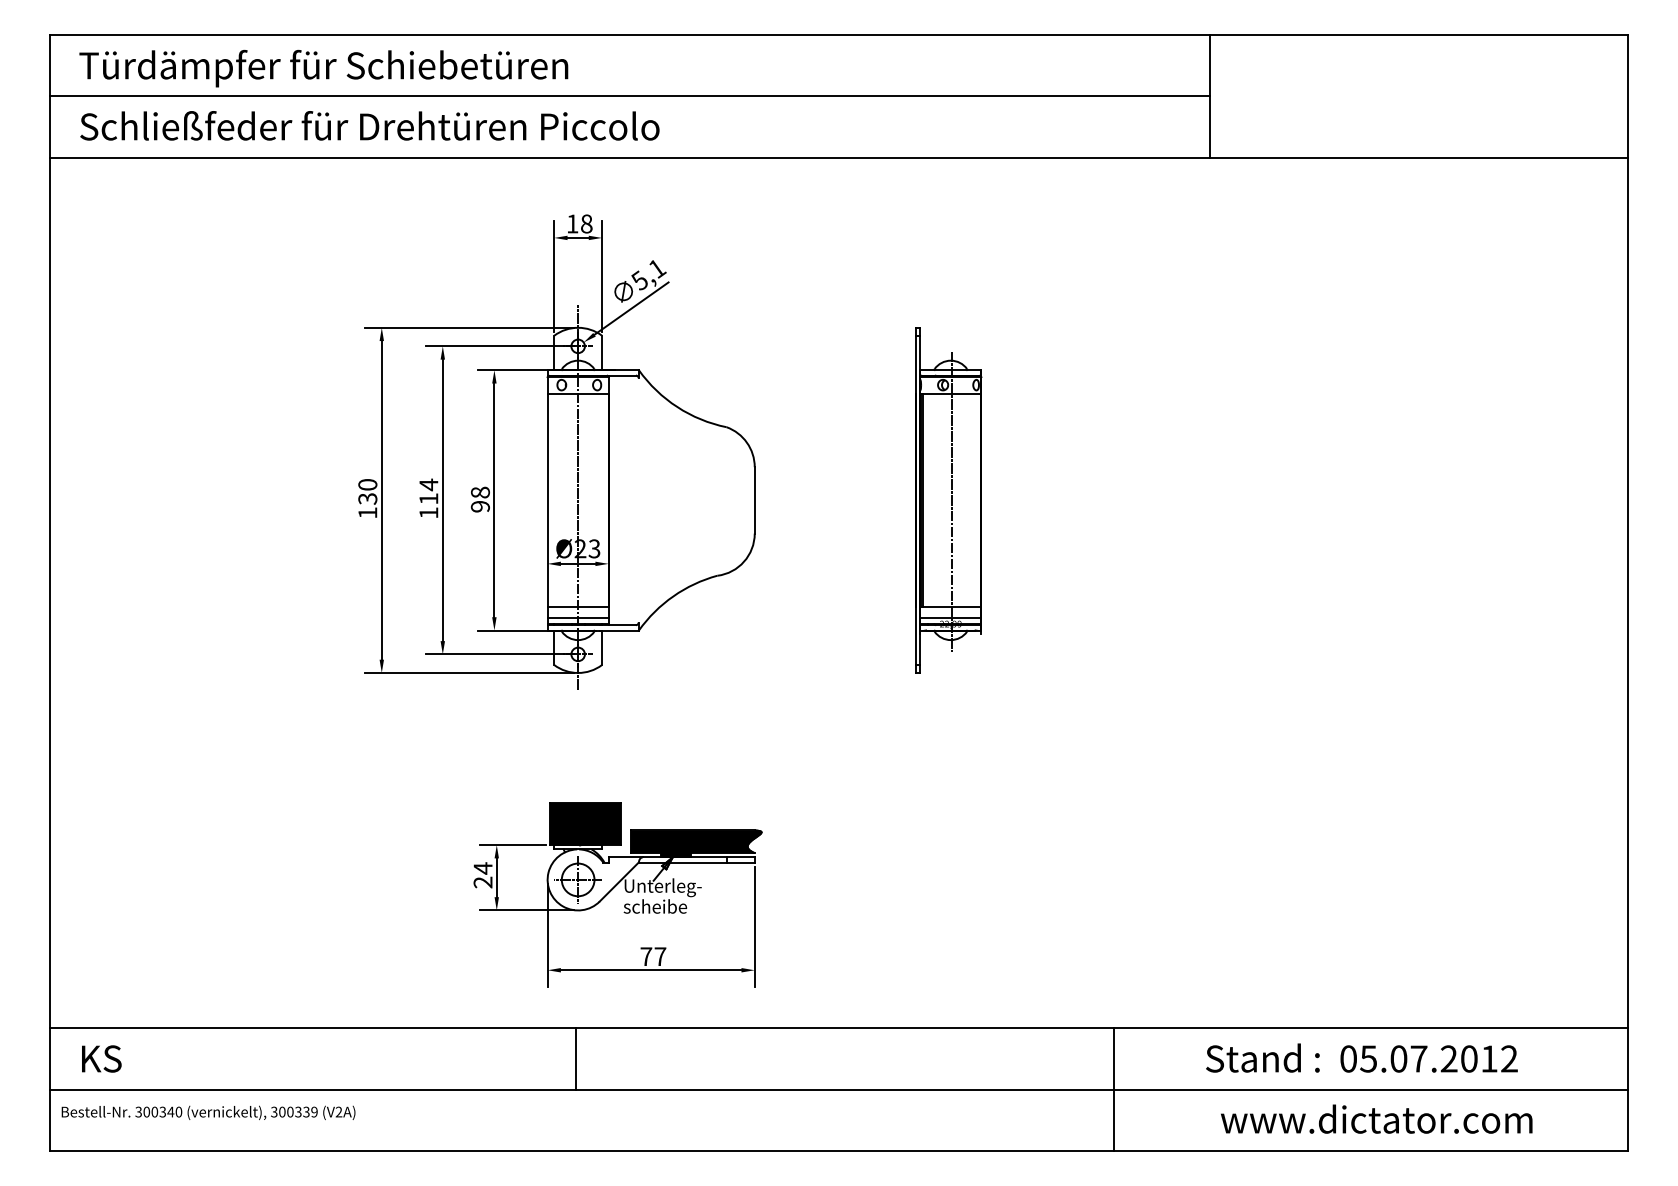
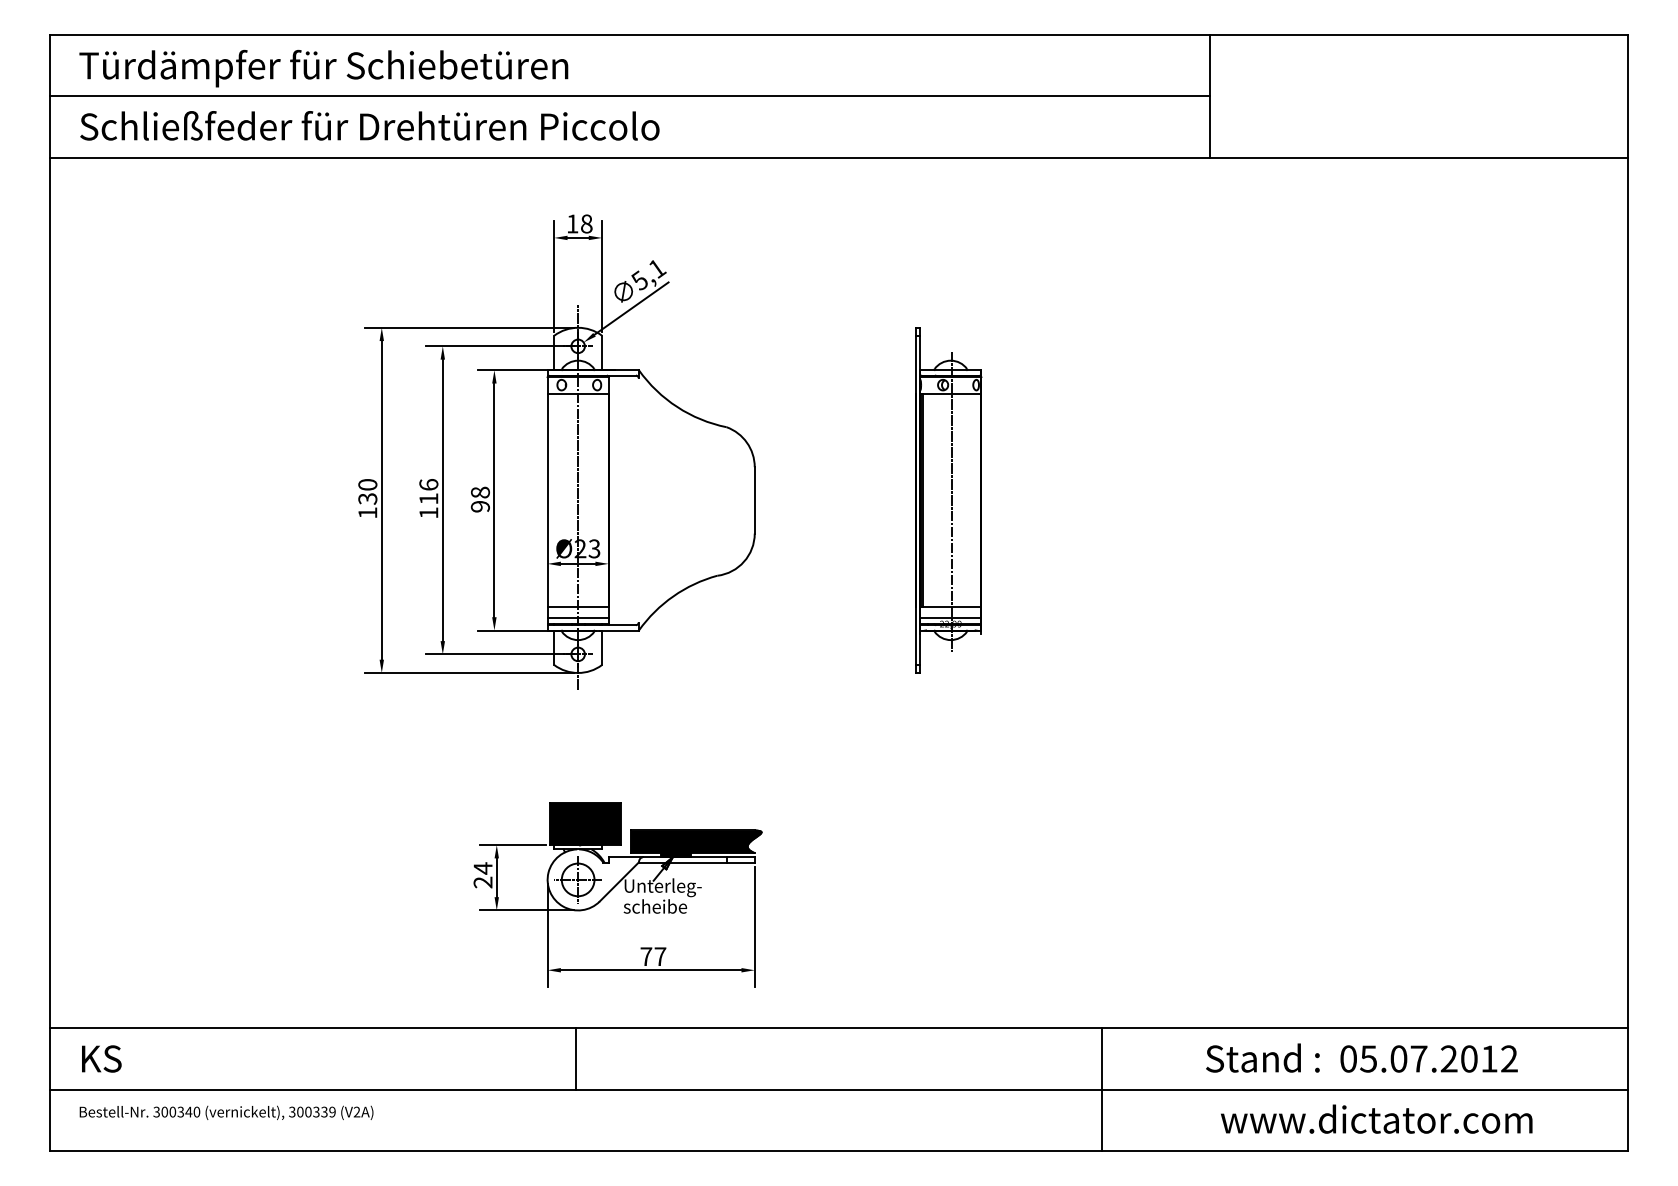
text at (428, 484): 114 -> 116
line at (1113, 1089) position: (1113, 1089) -> (1101, 1089)
text at (208, 1112) position: (208, 1112) -> (226, 1112)
